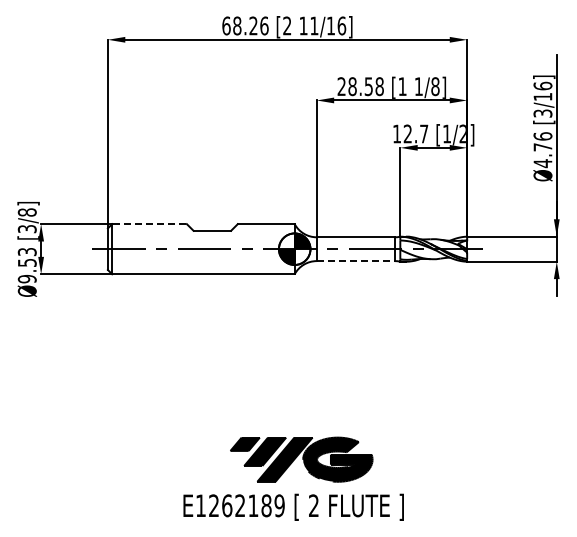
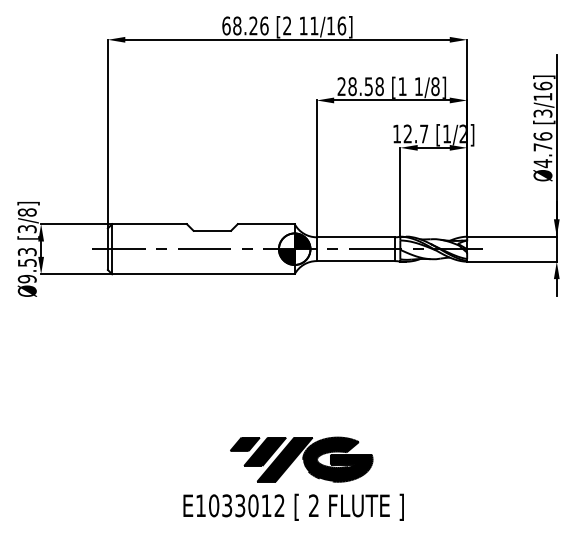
line at (150, 224): dashed -> solid
line at (355, 261): dashed -> solid
text at (246, 505): E1262189 -> E1033012
